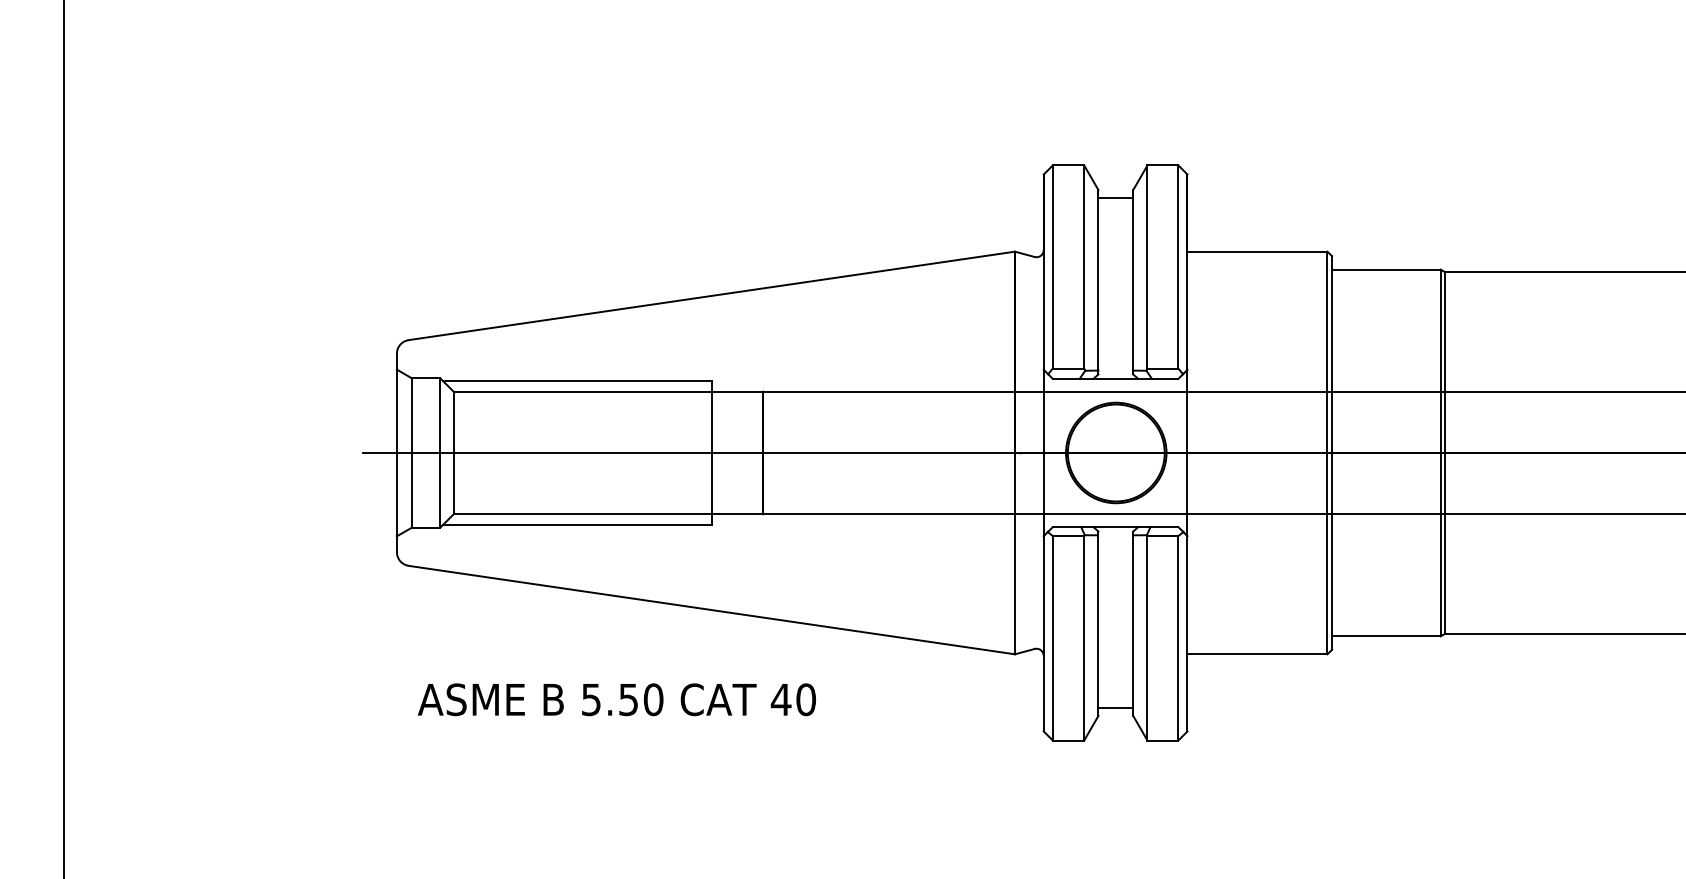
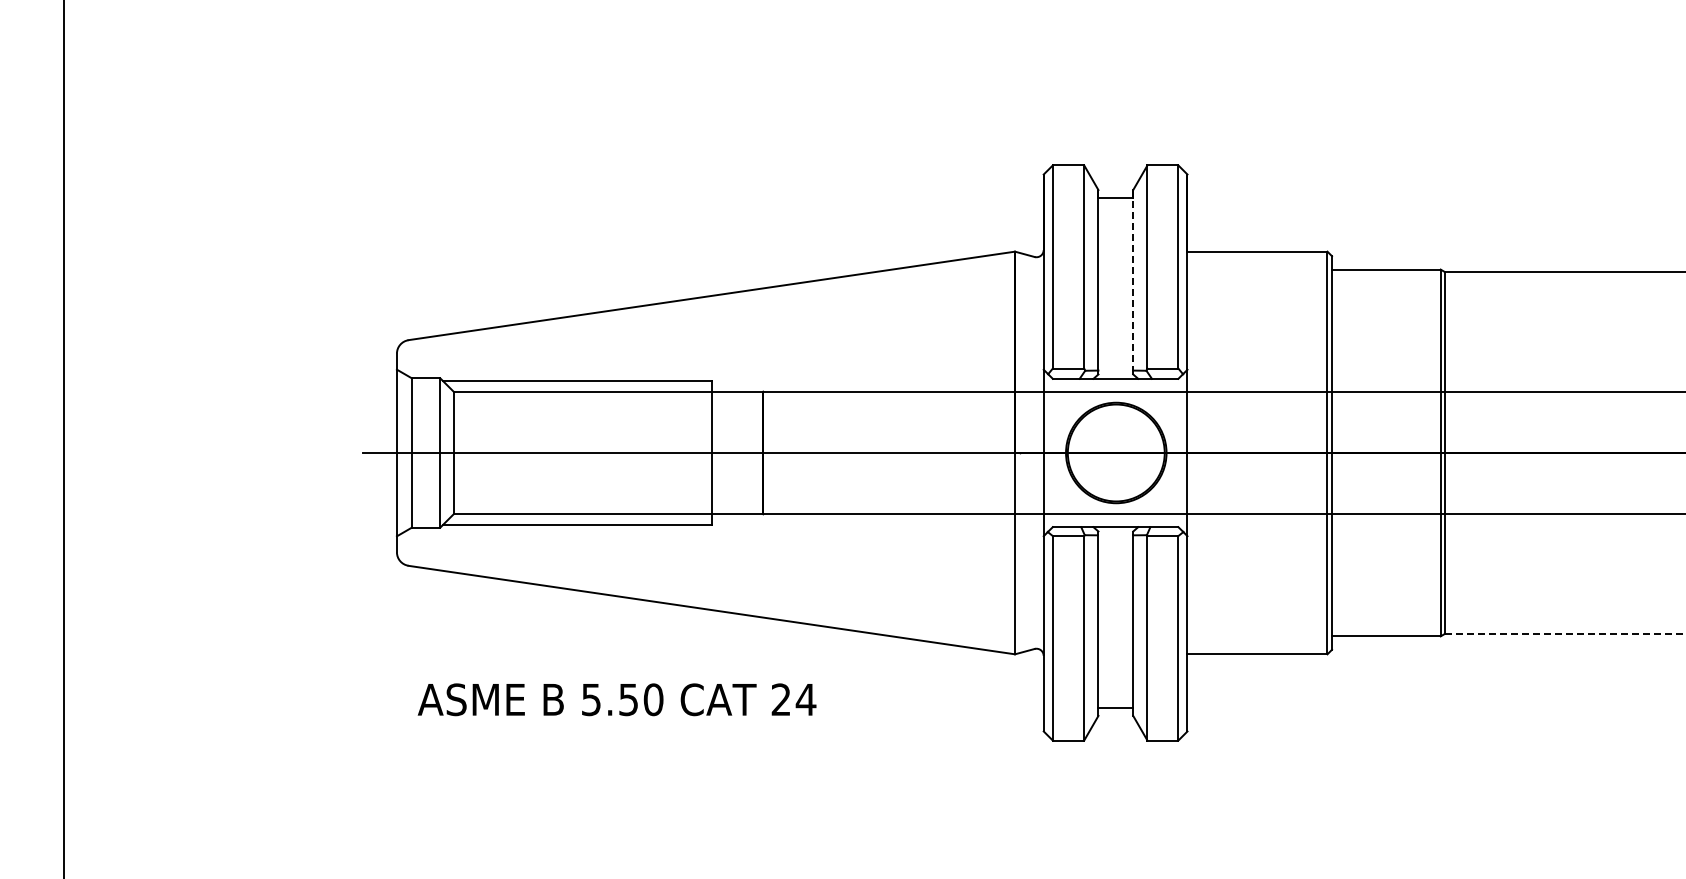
line at (1133, 280): solid -> dashed
line at (1565, 634): solid -> dashed
text at (793, 699): 40 -> 24
